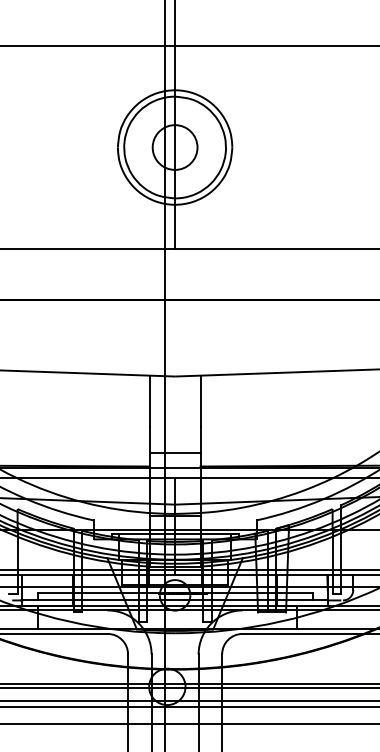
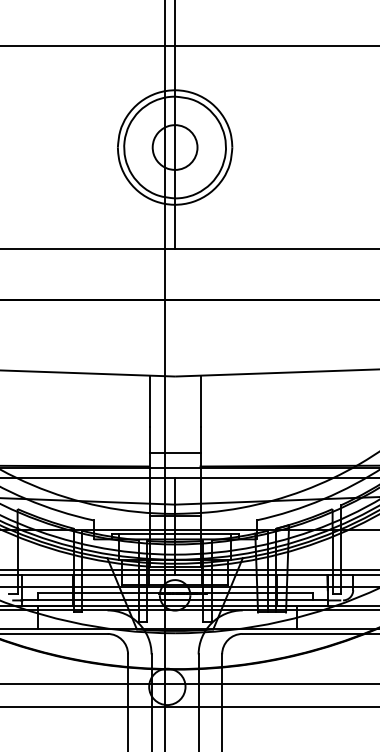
line at (189, 688): present -> none
line at (189, 700): present -> none
line at (189, 723): present -> none
